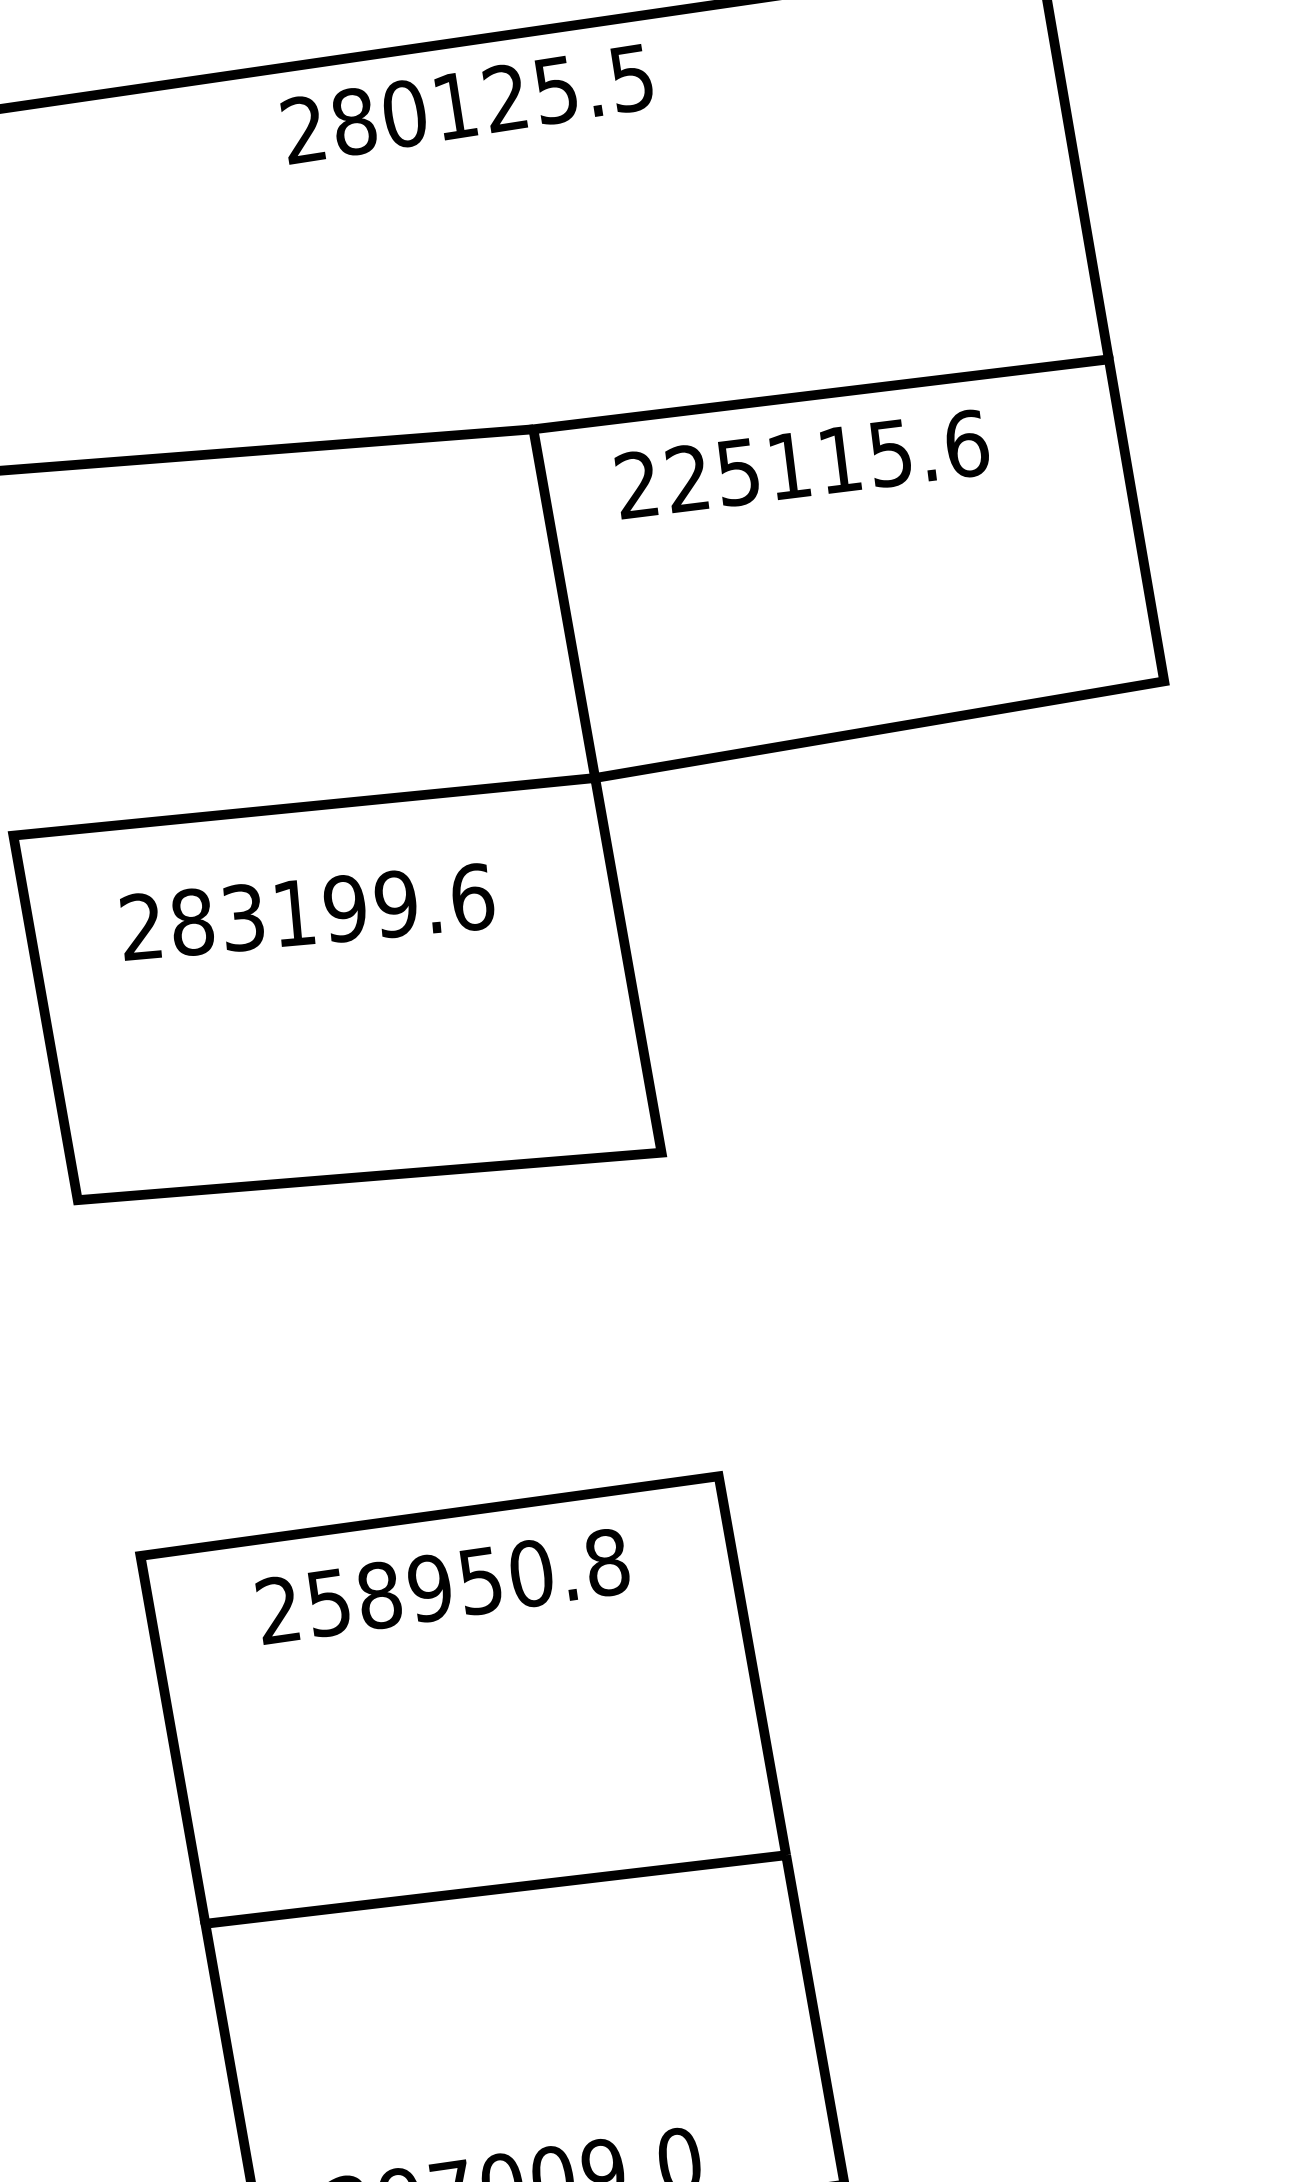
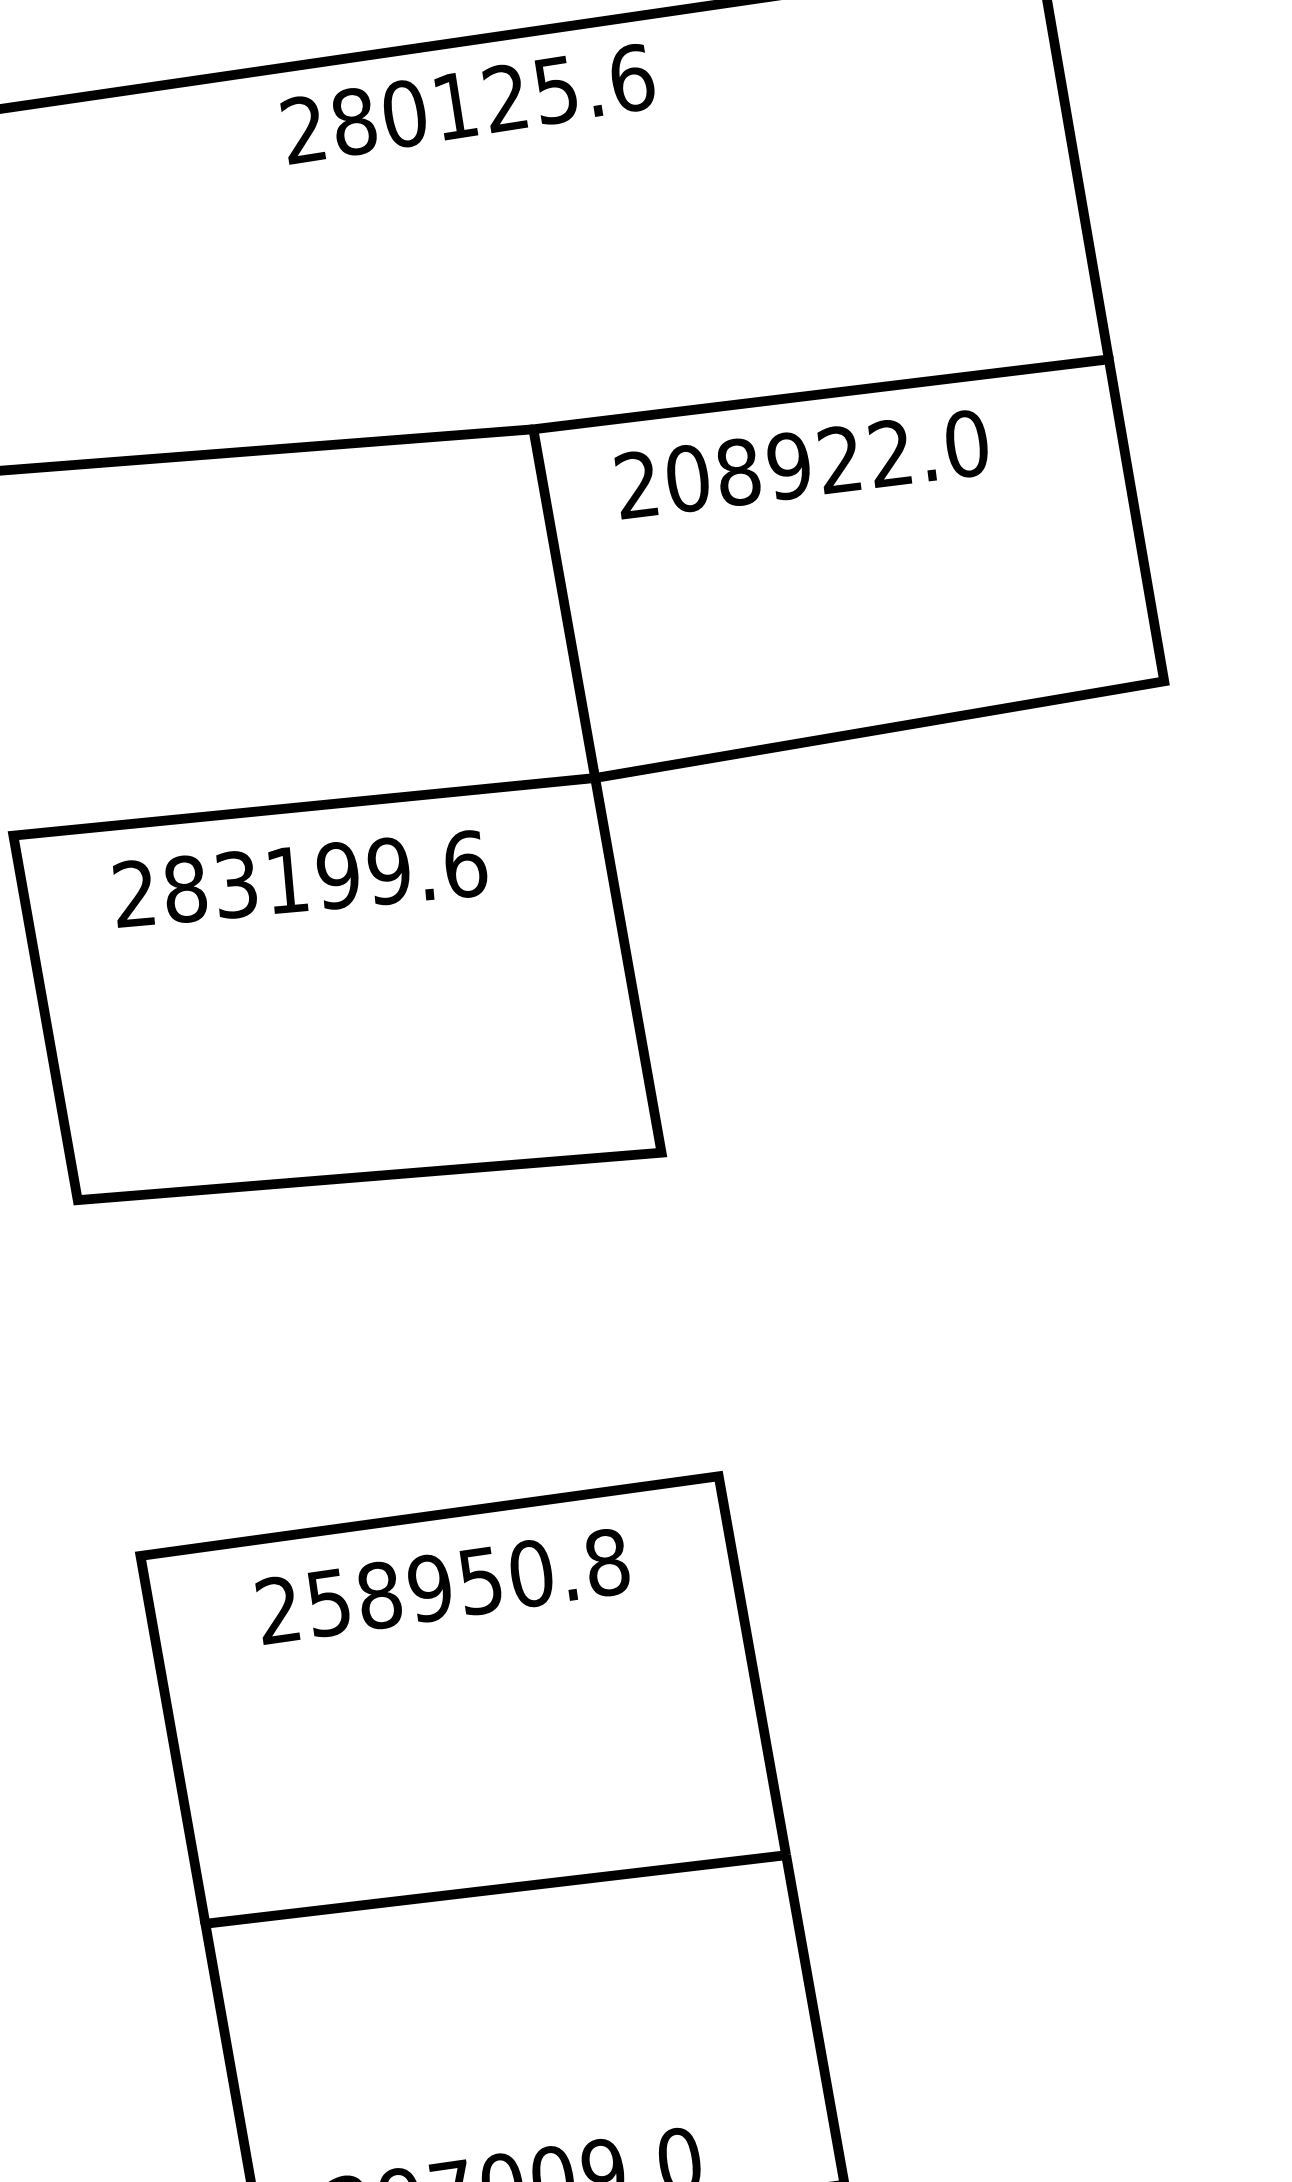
text at (632, 78): 280125.5 -> 280125.6
text at (826, 461): 225115.6 -> 208922.0
text at (307, 911) position: (307, 911) -> (300, 878)
